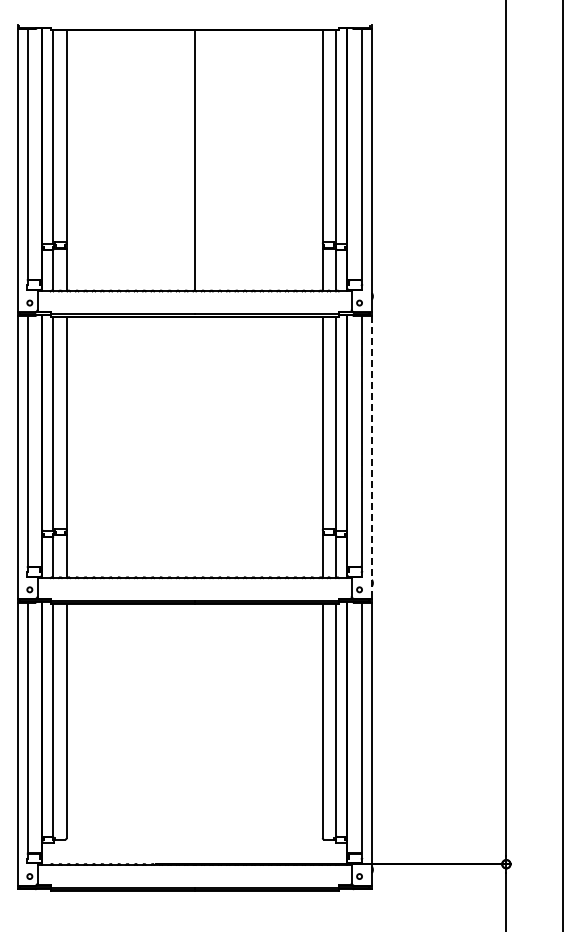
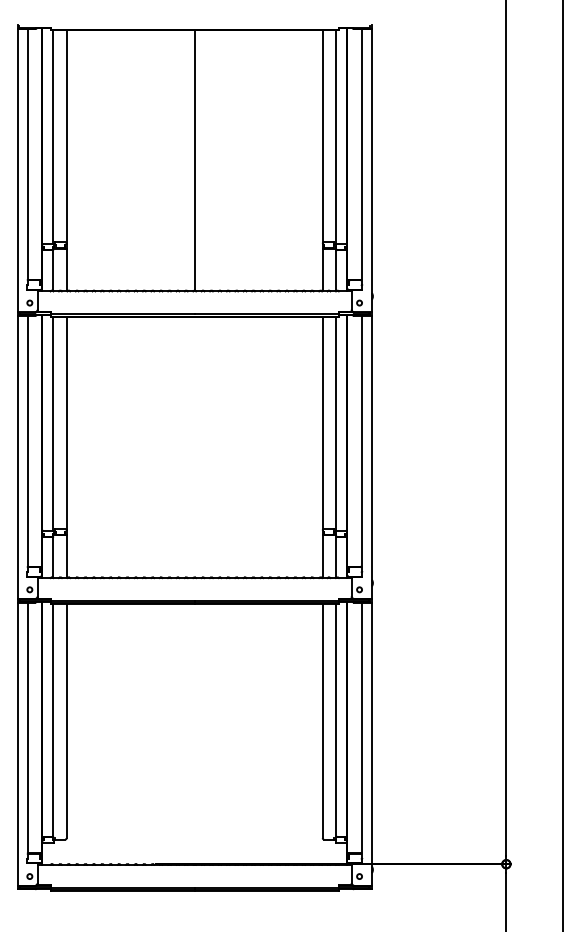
line at (371, 457): dashed -> solid
